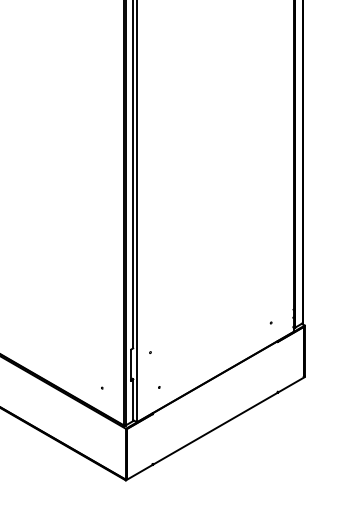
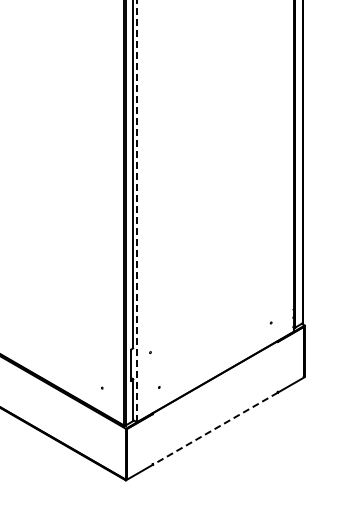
line at (137, 211): solid -> dashed
line at (214, 429): solid -> dashed
